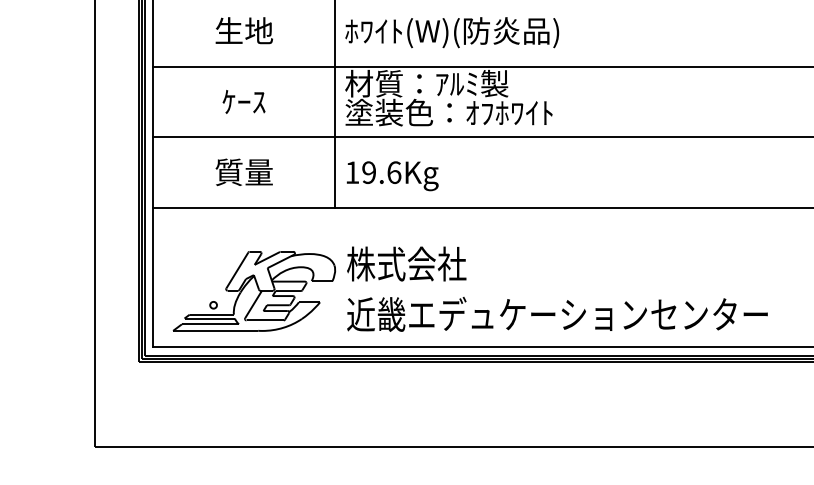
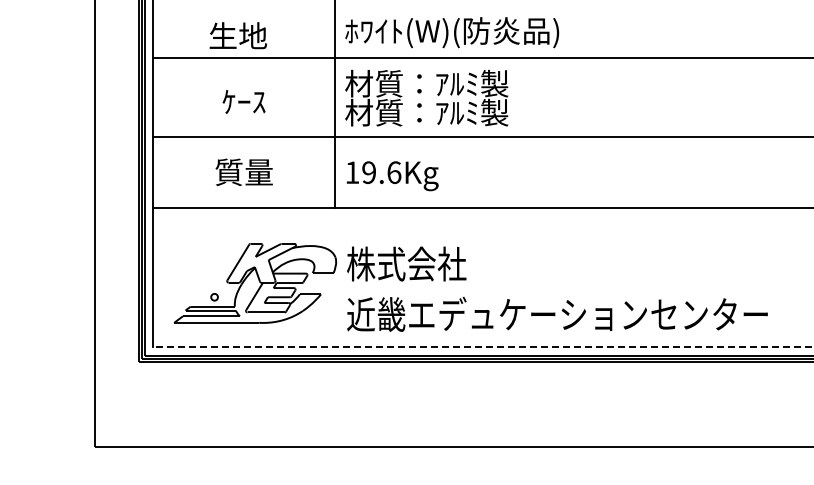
text at (243, 30) position: (243, 30) -> (237, 35)
line at (481, 66) position: (481, 66) -> (481, 57)
text at (448, 112): 塗装色：ｵﾌﾎﾜｲﾄ -> 材質：ｱﾙﾐ製
part at (254, 291) position: (254, 291) -> (255, 283)
line at (482, 347): solid -> dashed
